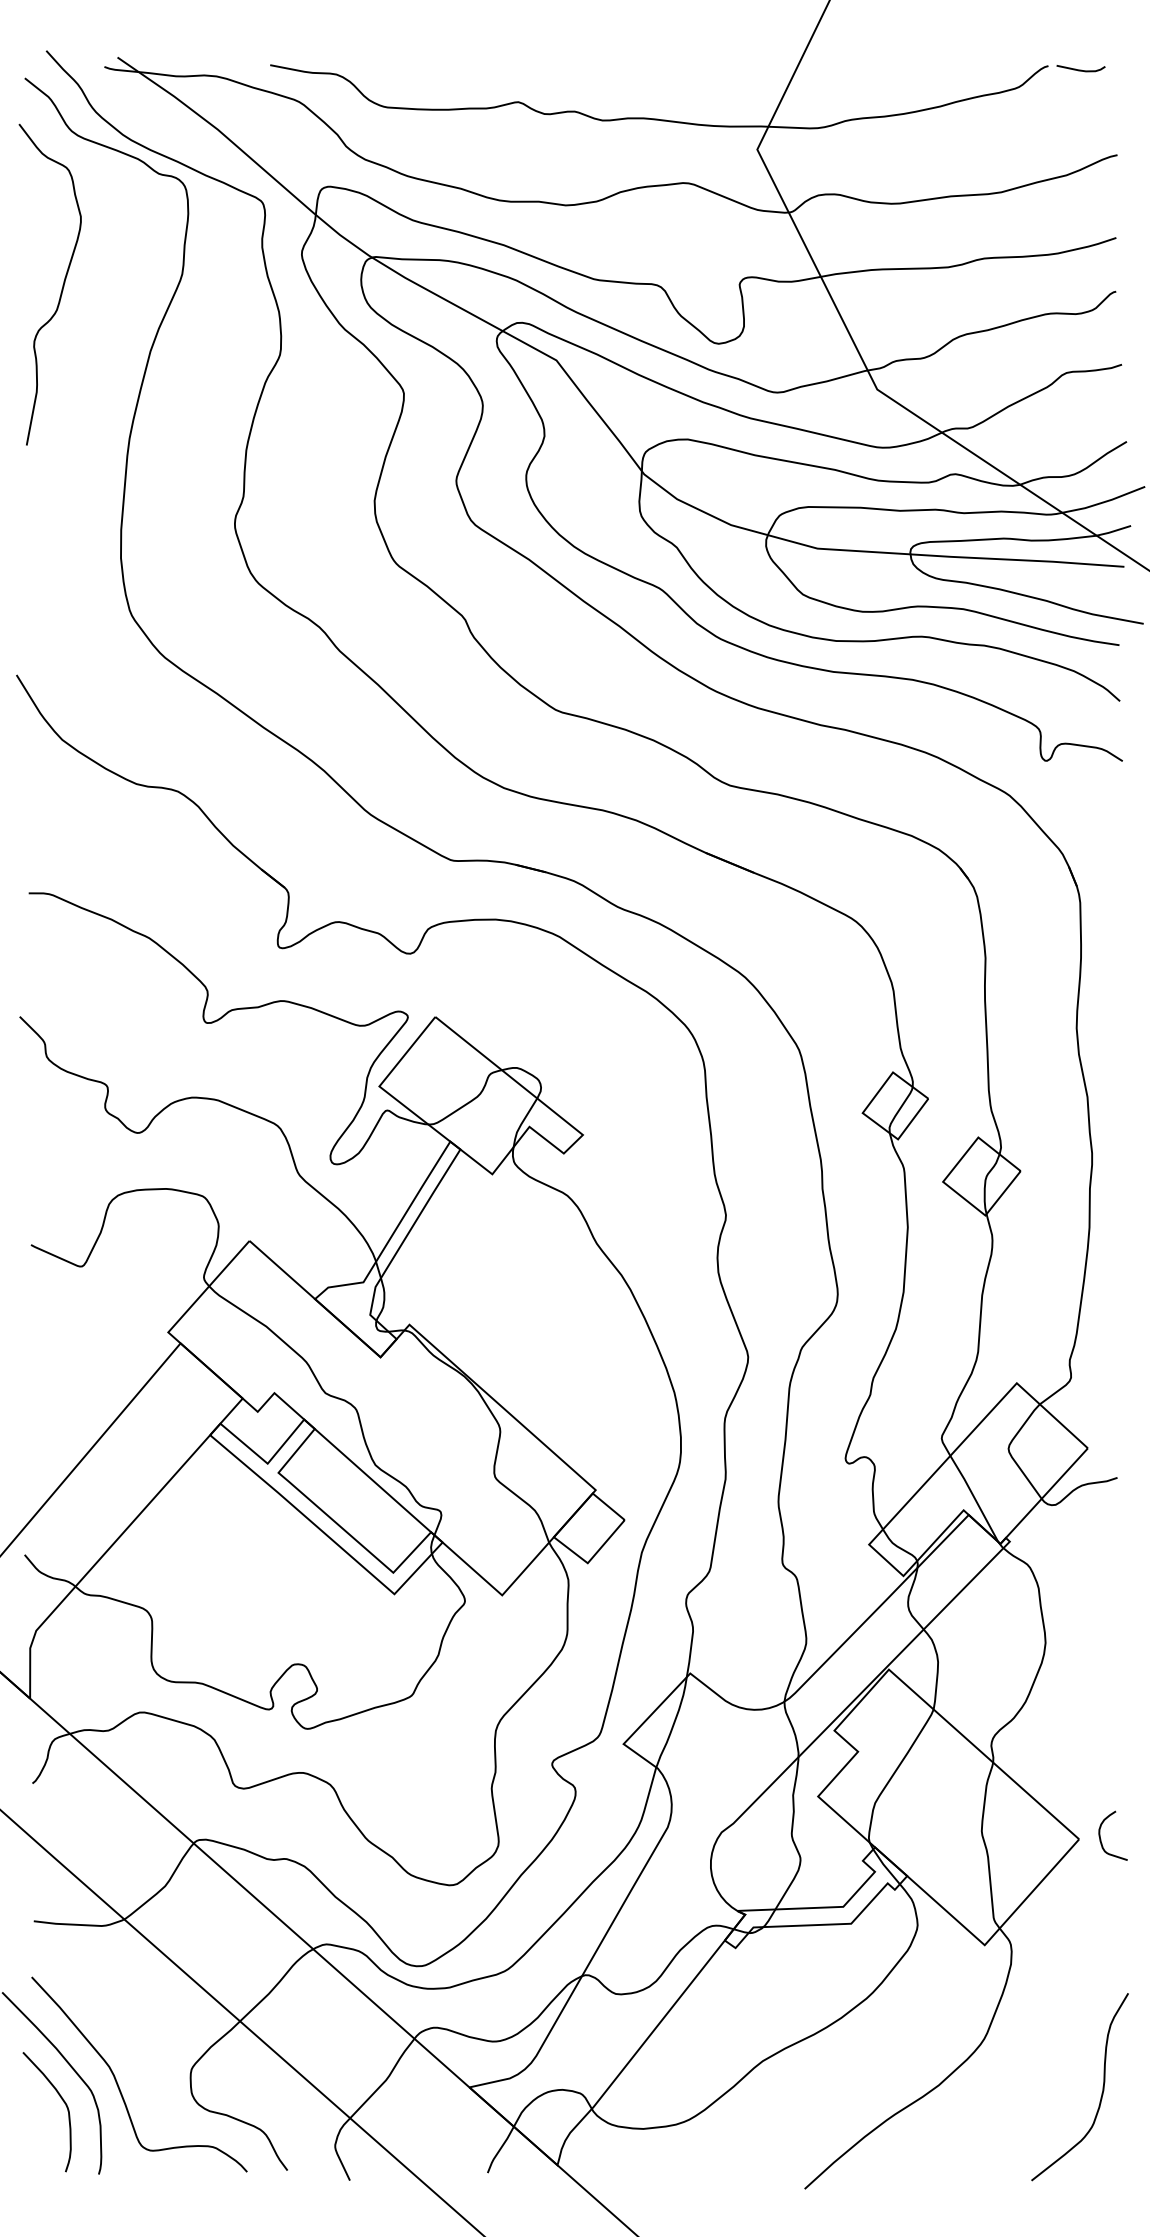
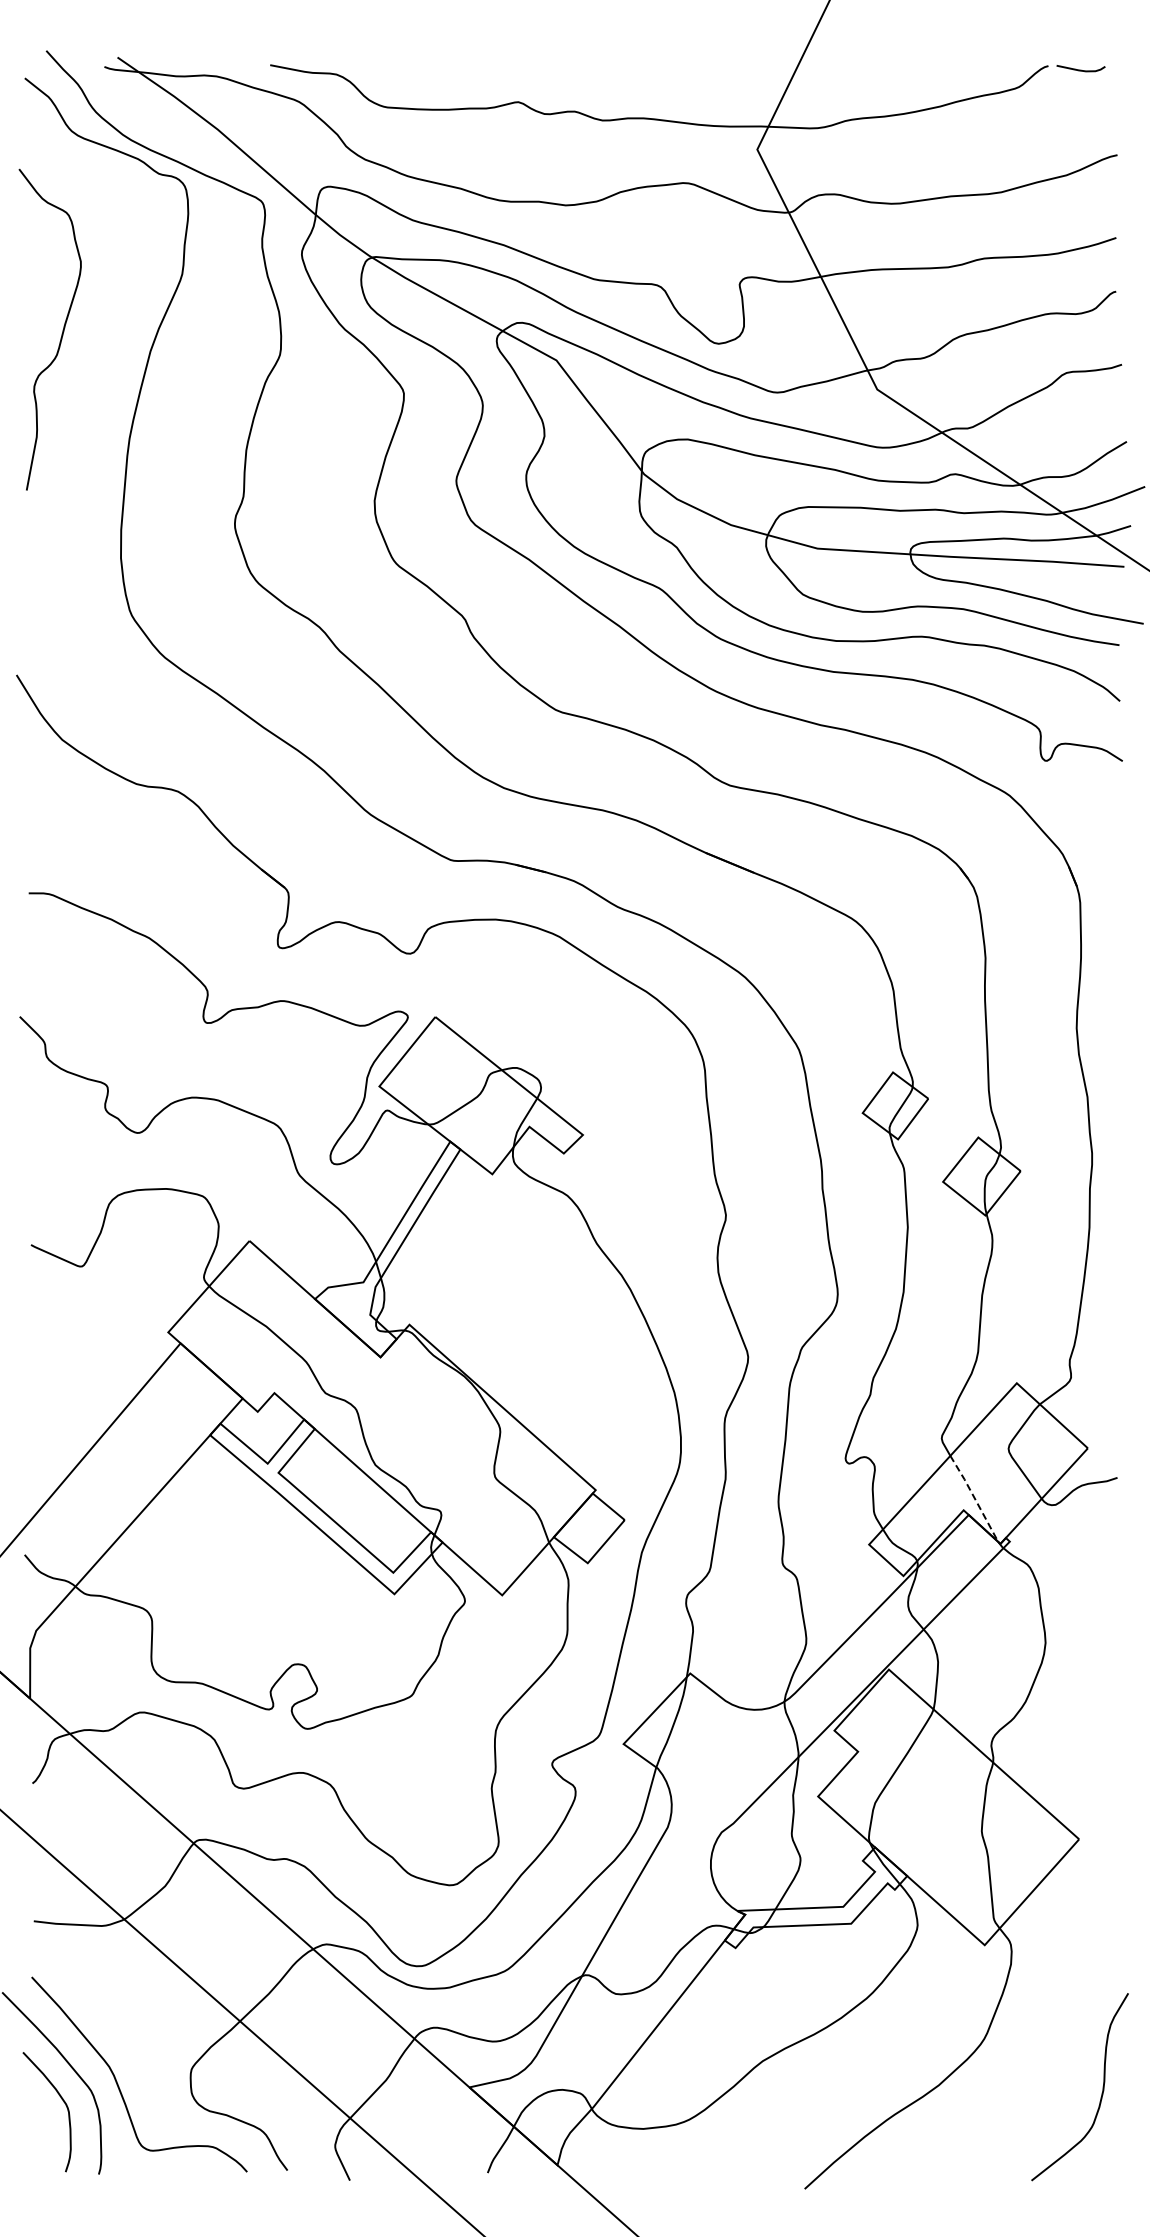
curve at (61, 288) position: (61, 288) -> (61, 333)
line at (974, 1498): solid -> dashed
curve at (1101, 1839): present -> none
